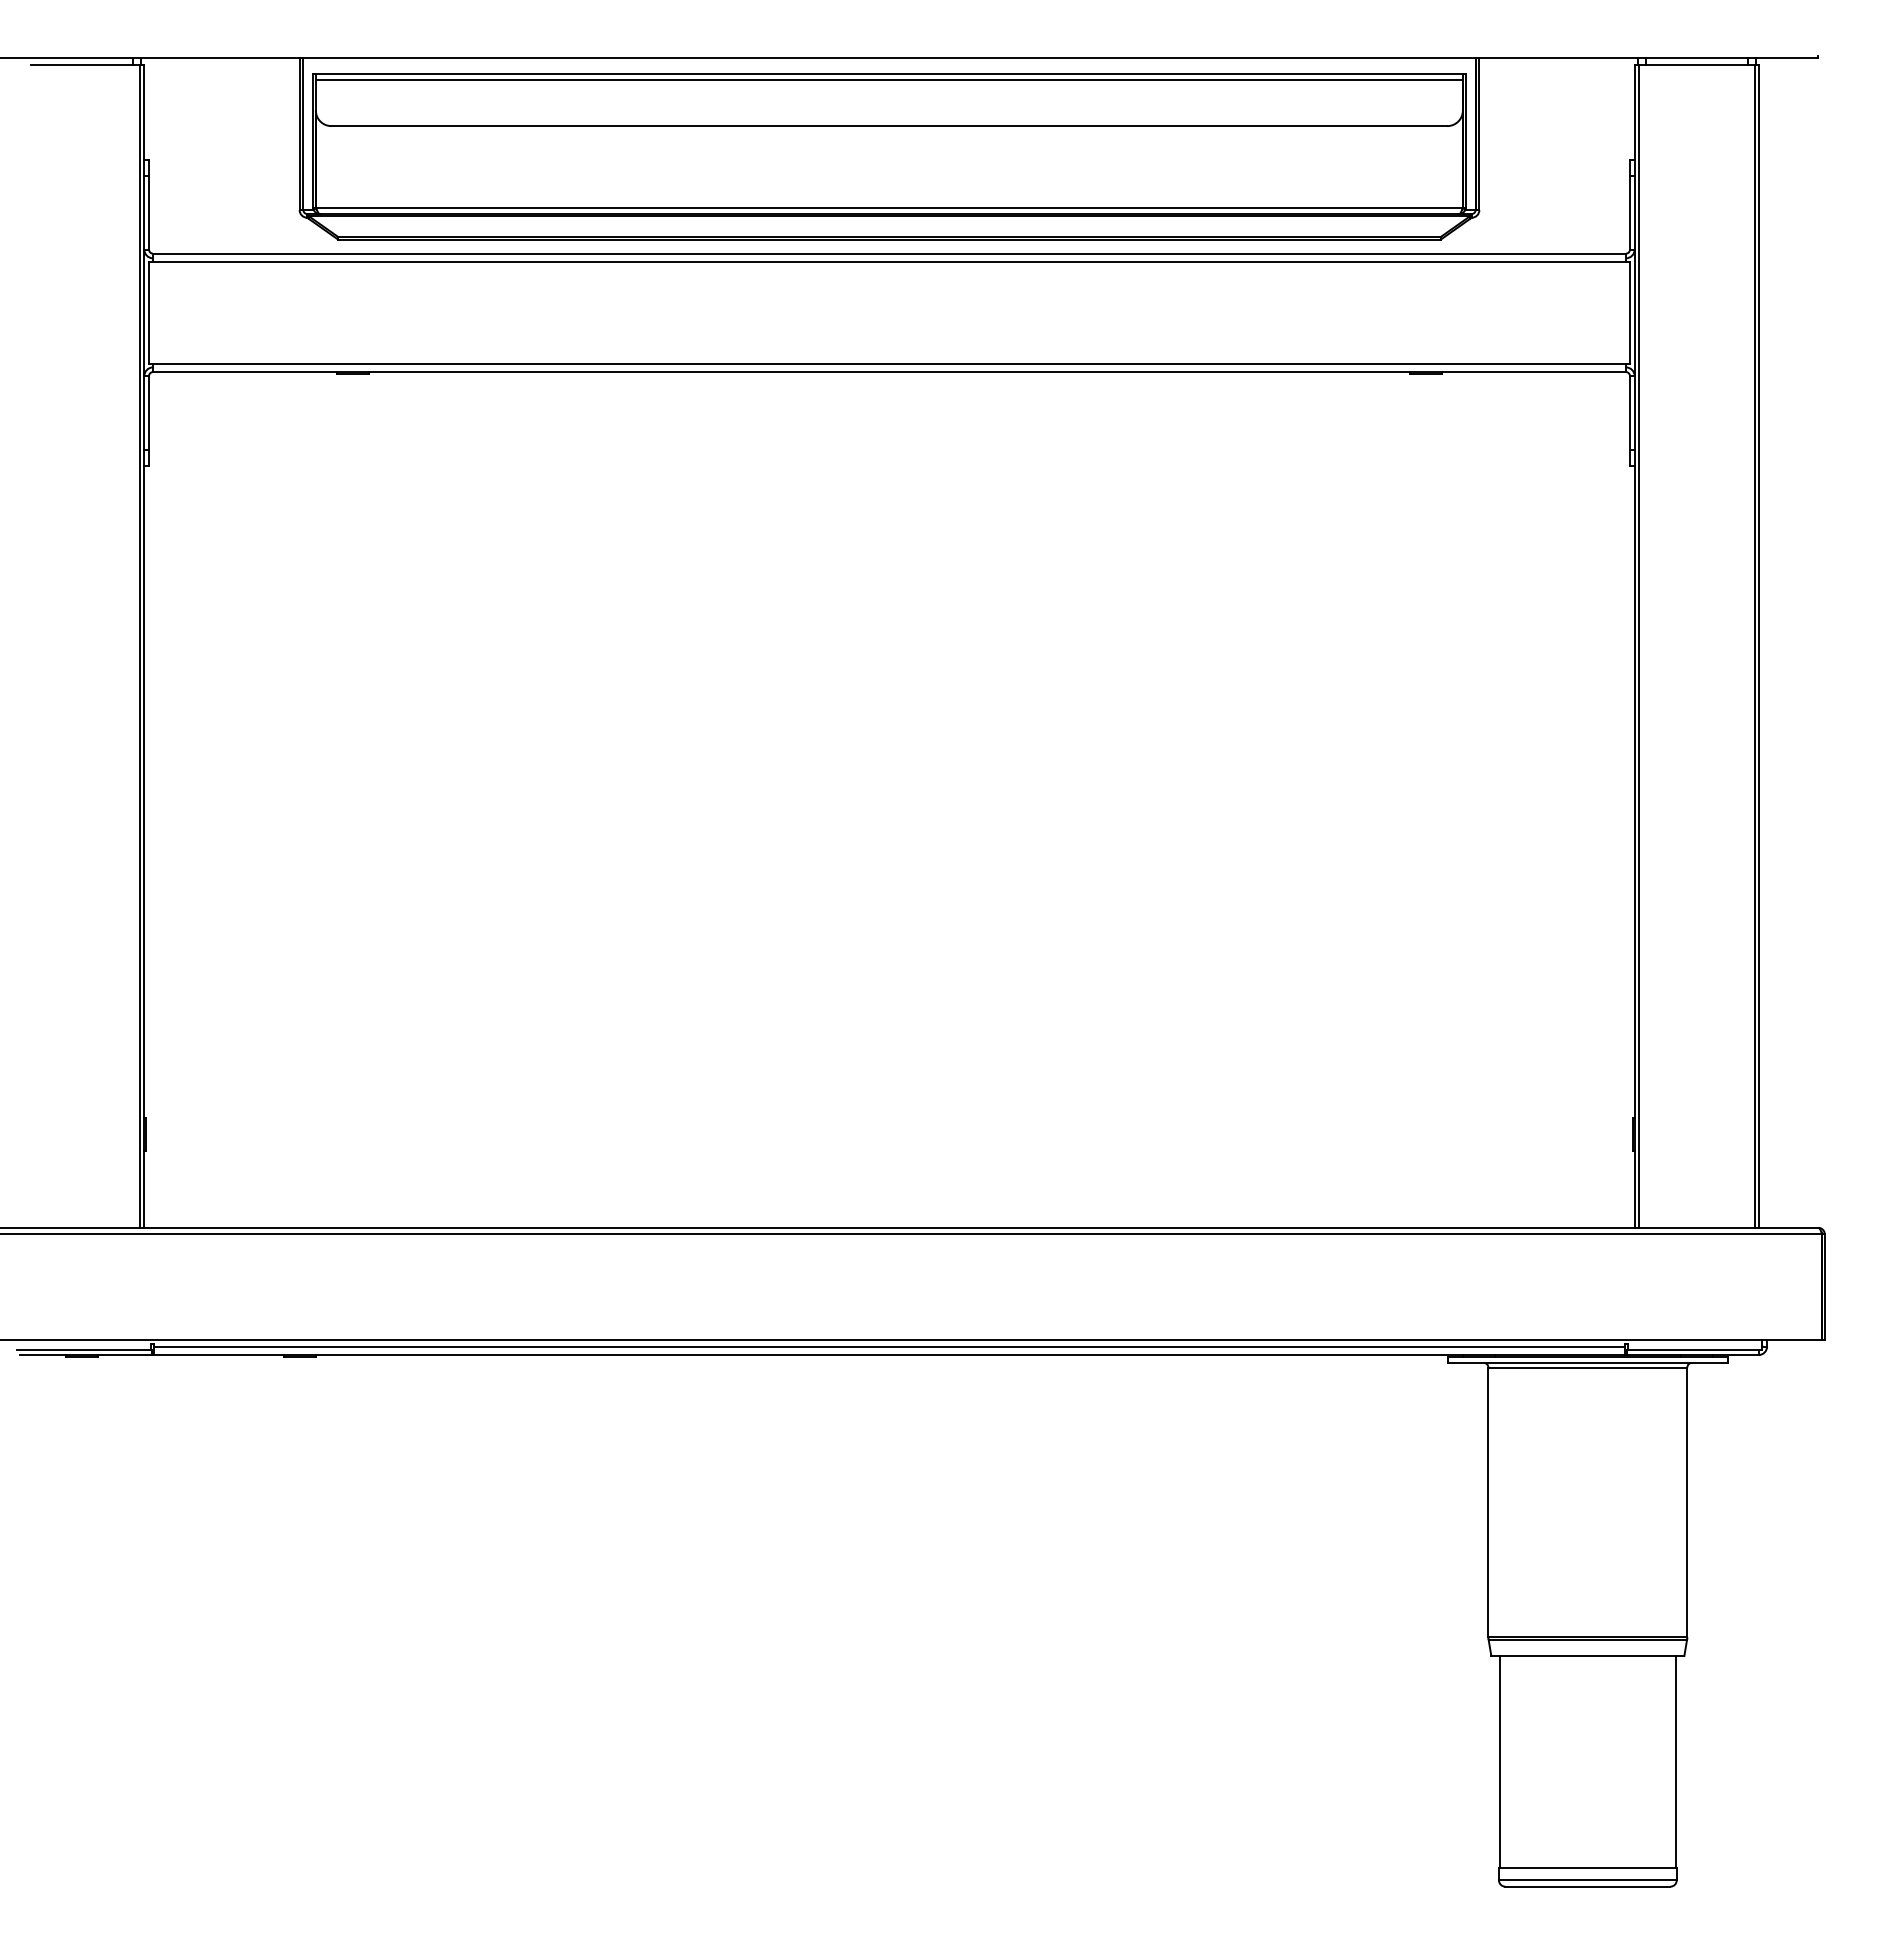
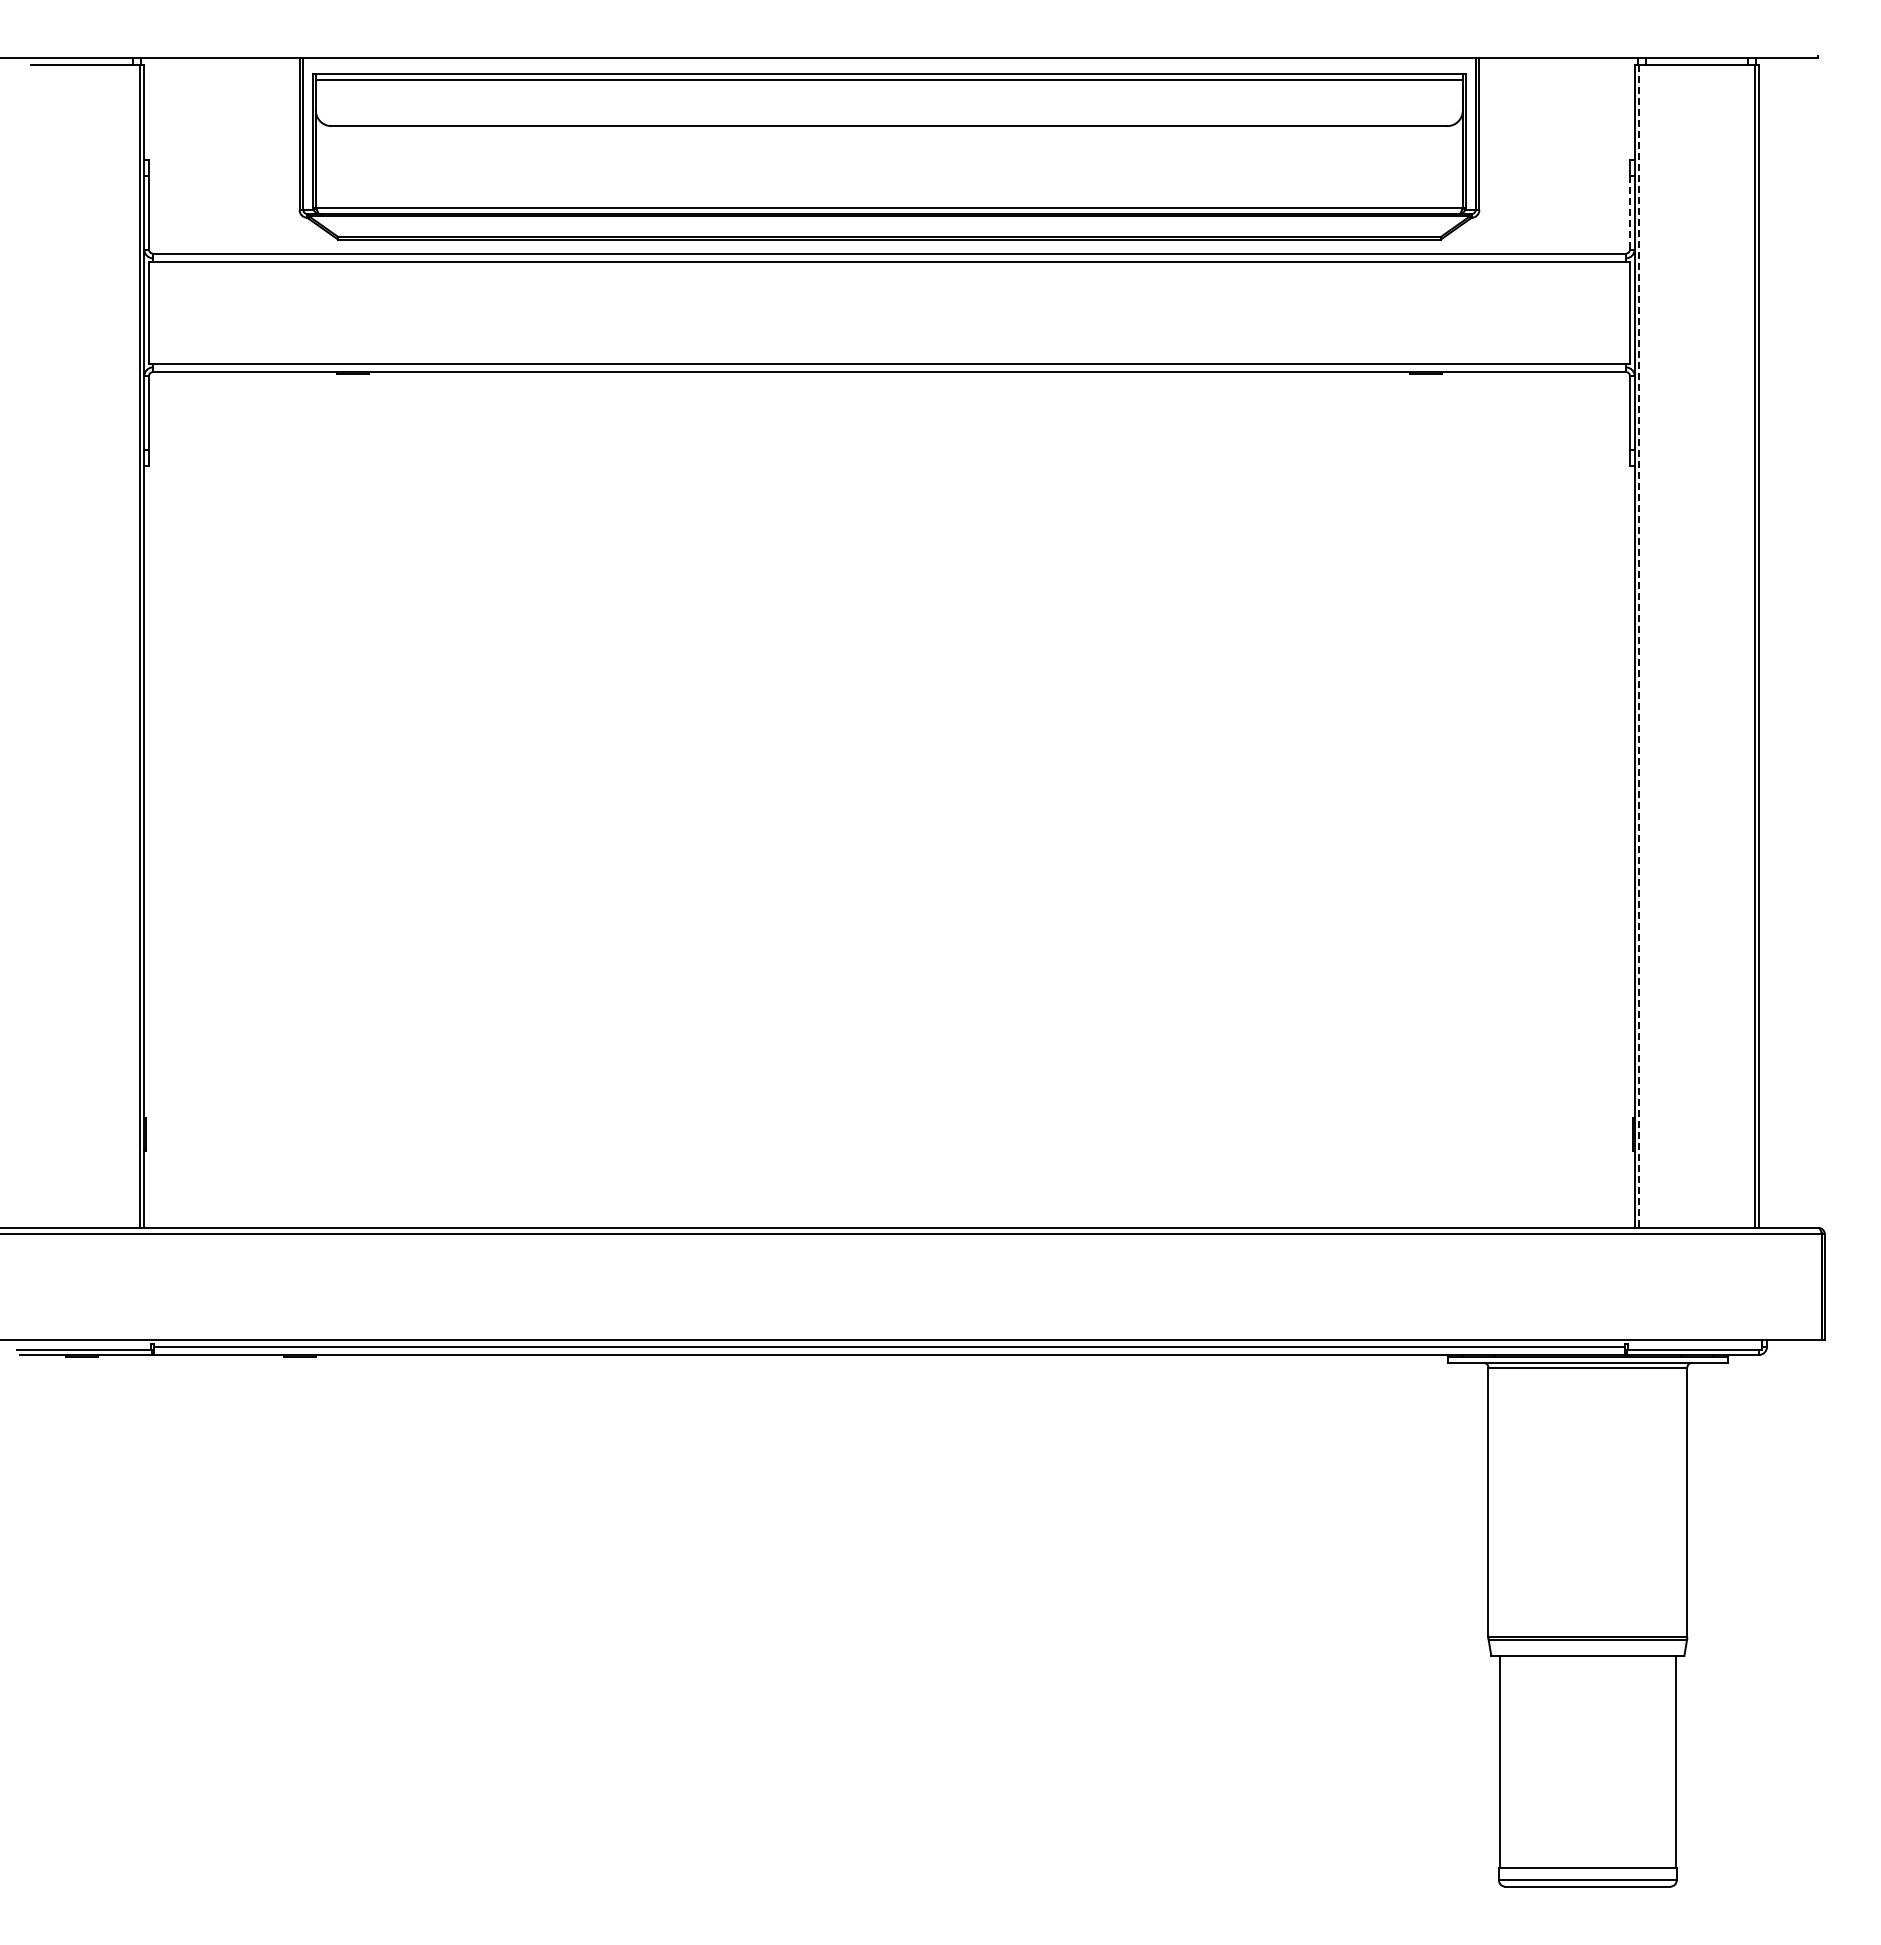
line at (1629, 213): solid -> dashed
line at (1639, 646): solid -> dashed
